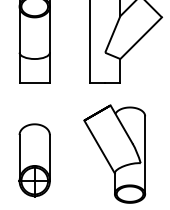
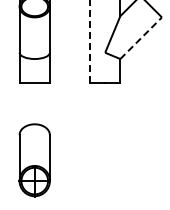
line at (141, 37): solid -> dashed
line at (90, 42): solid -> dashed
part at (114, 153): present -> none
